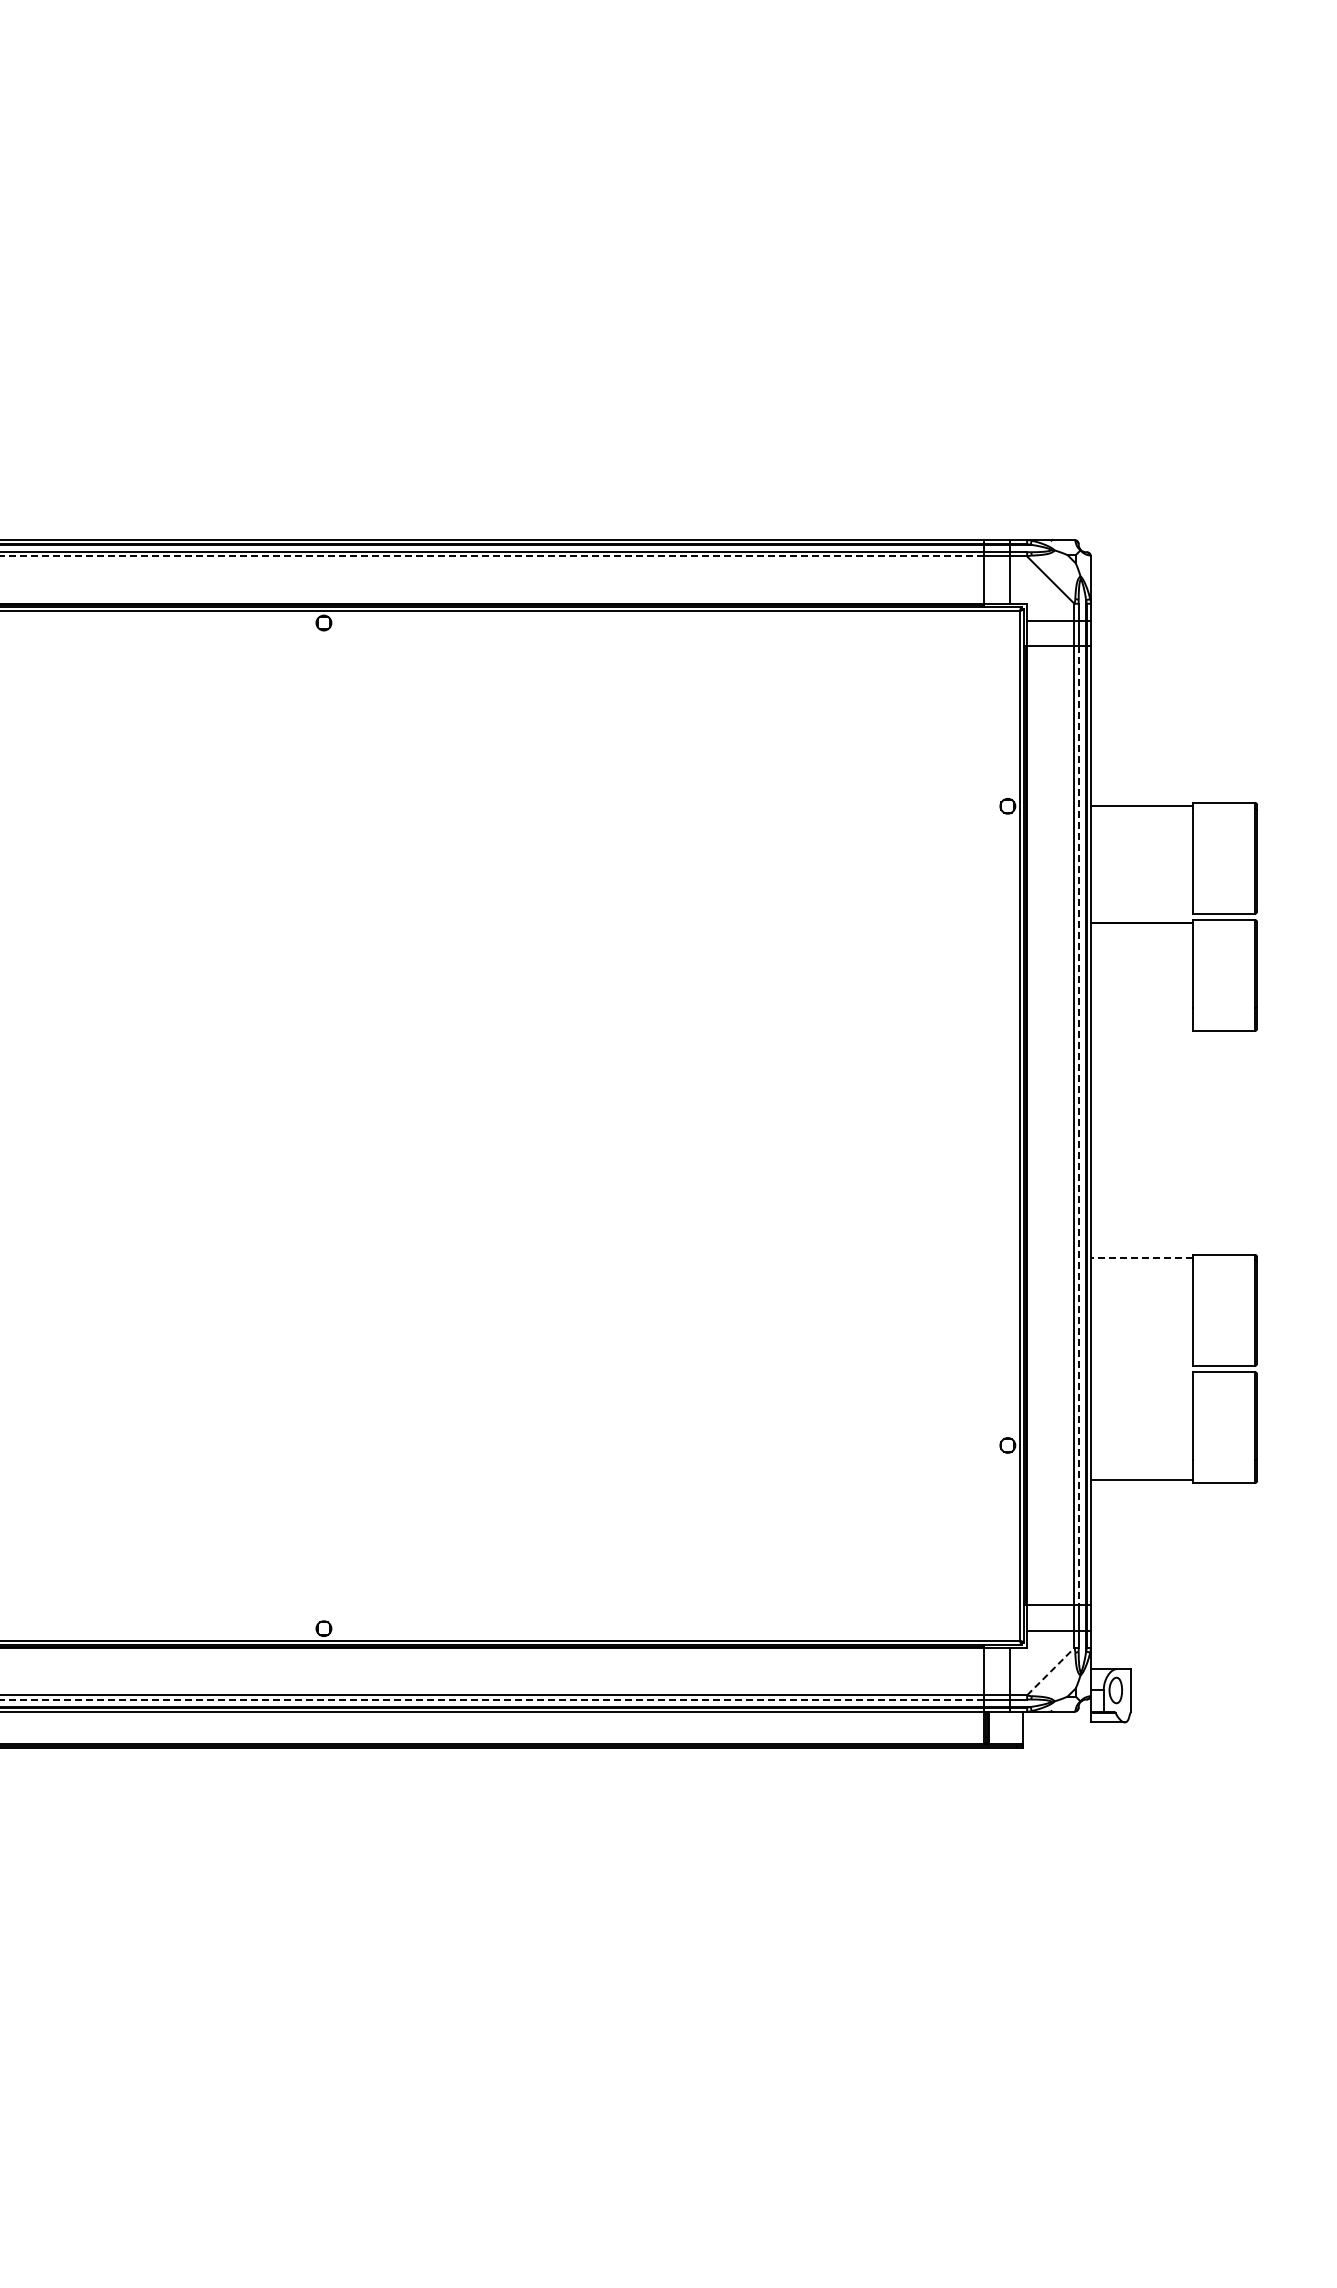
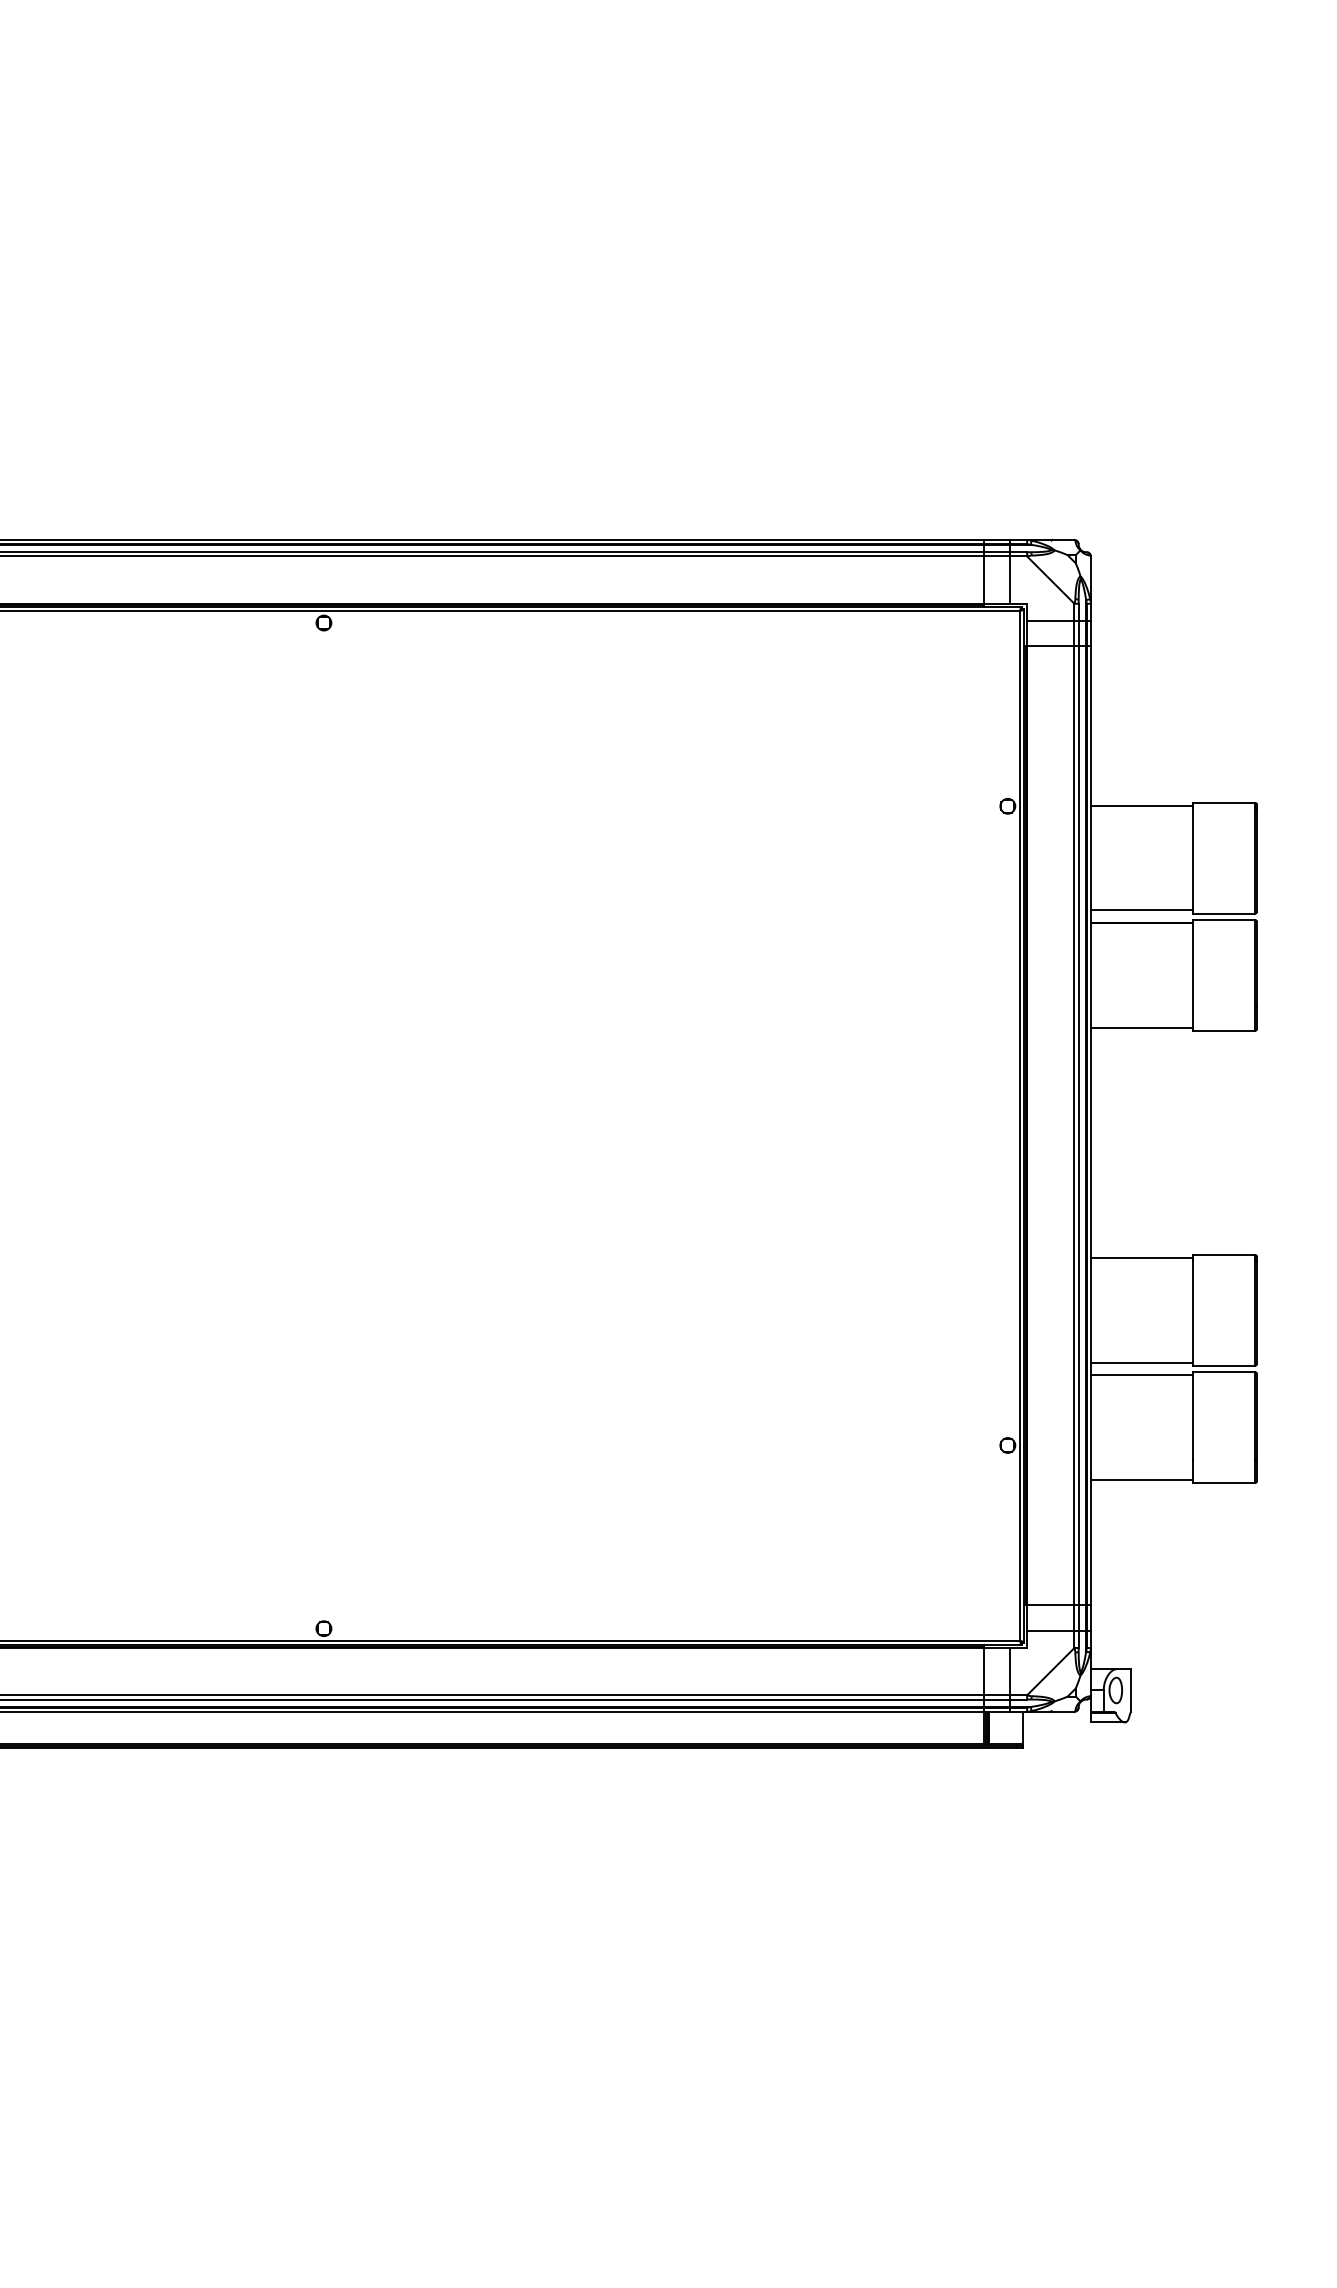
line at (492, 556): dashed -> solid
line at (1141, 910): none -> present
line at (1141, 1027): none -> present
line at (1078, 1126): dashed -> solid
line at (1141, 1258): dashed -> solid
line at (1141, 1362): none -> present
line at (1141, 1375): none -> present
line at (1051, 1671): dashed -> solid
line at (492, 1699): dashed -> solid
